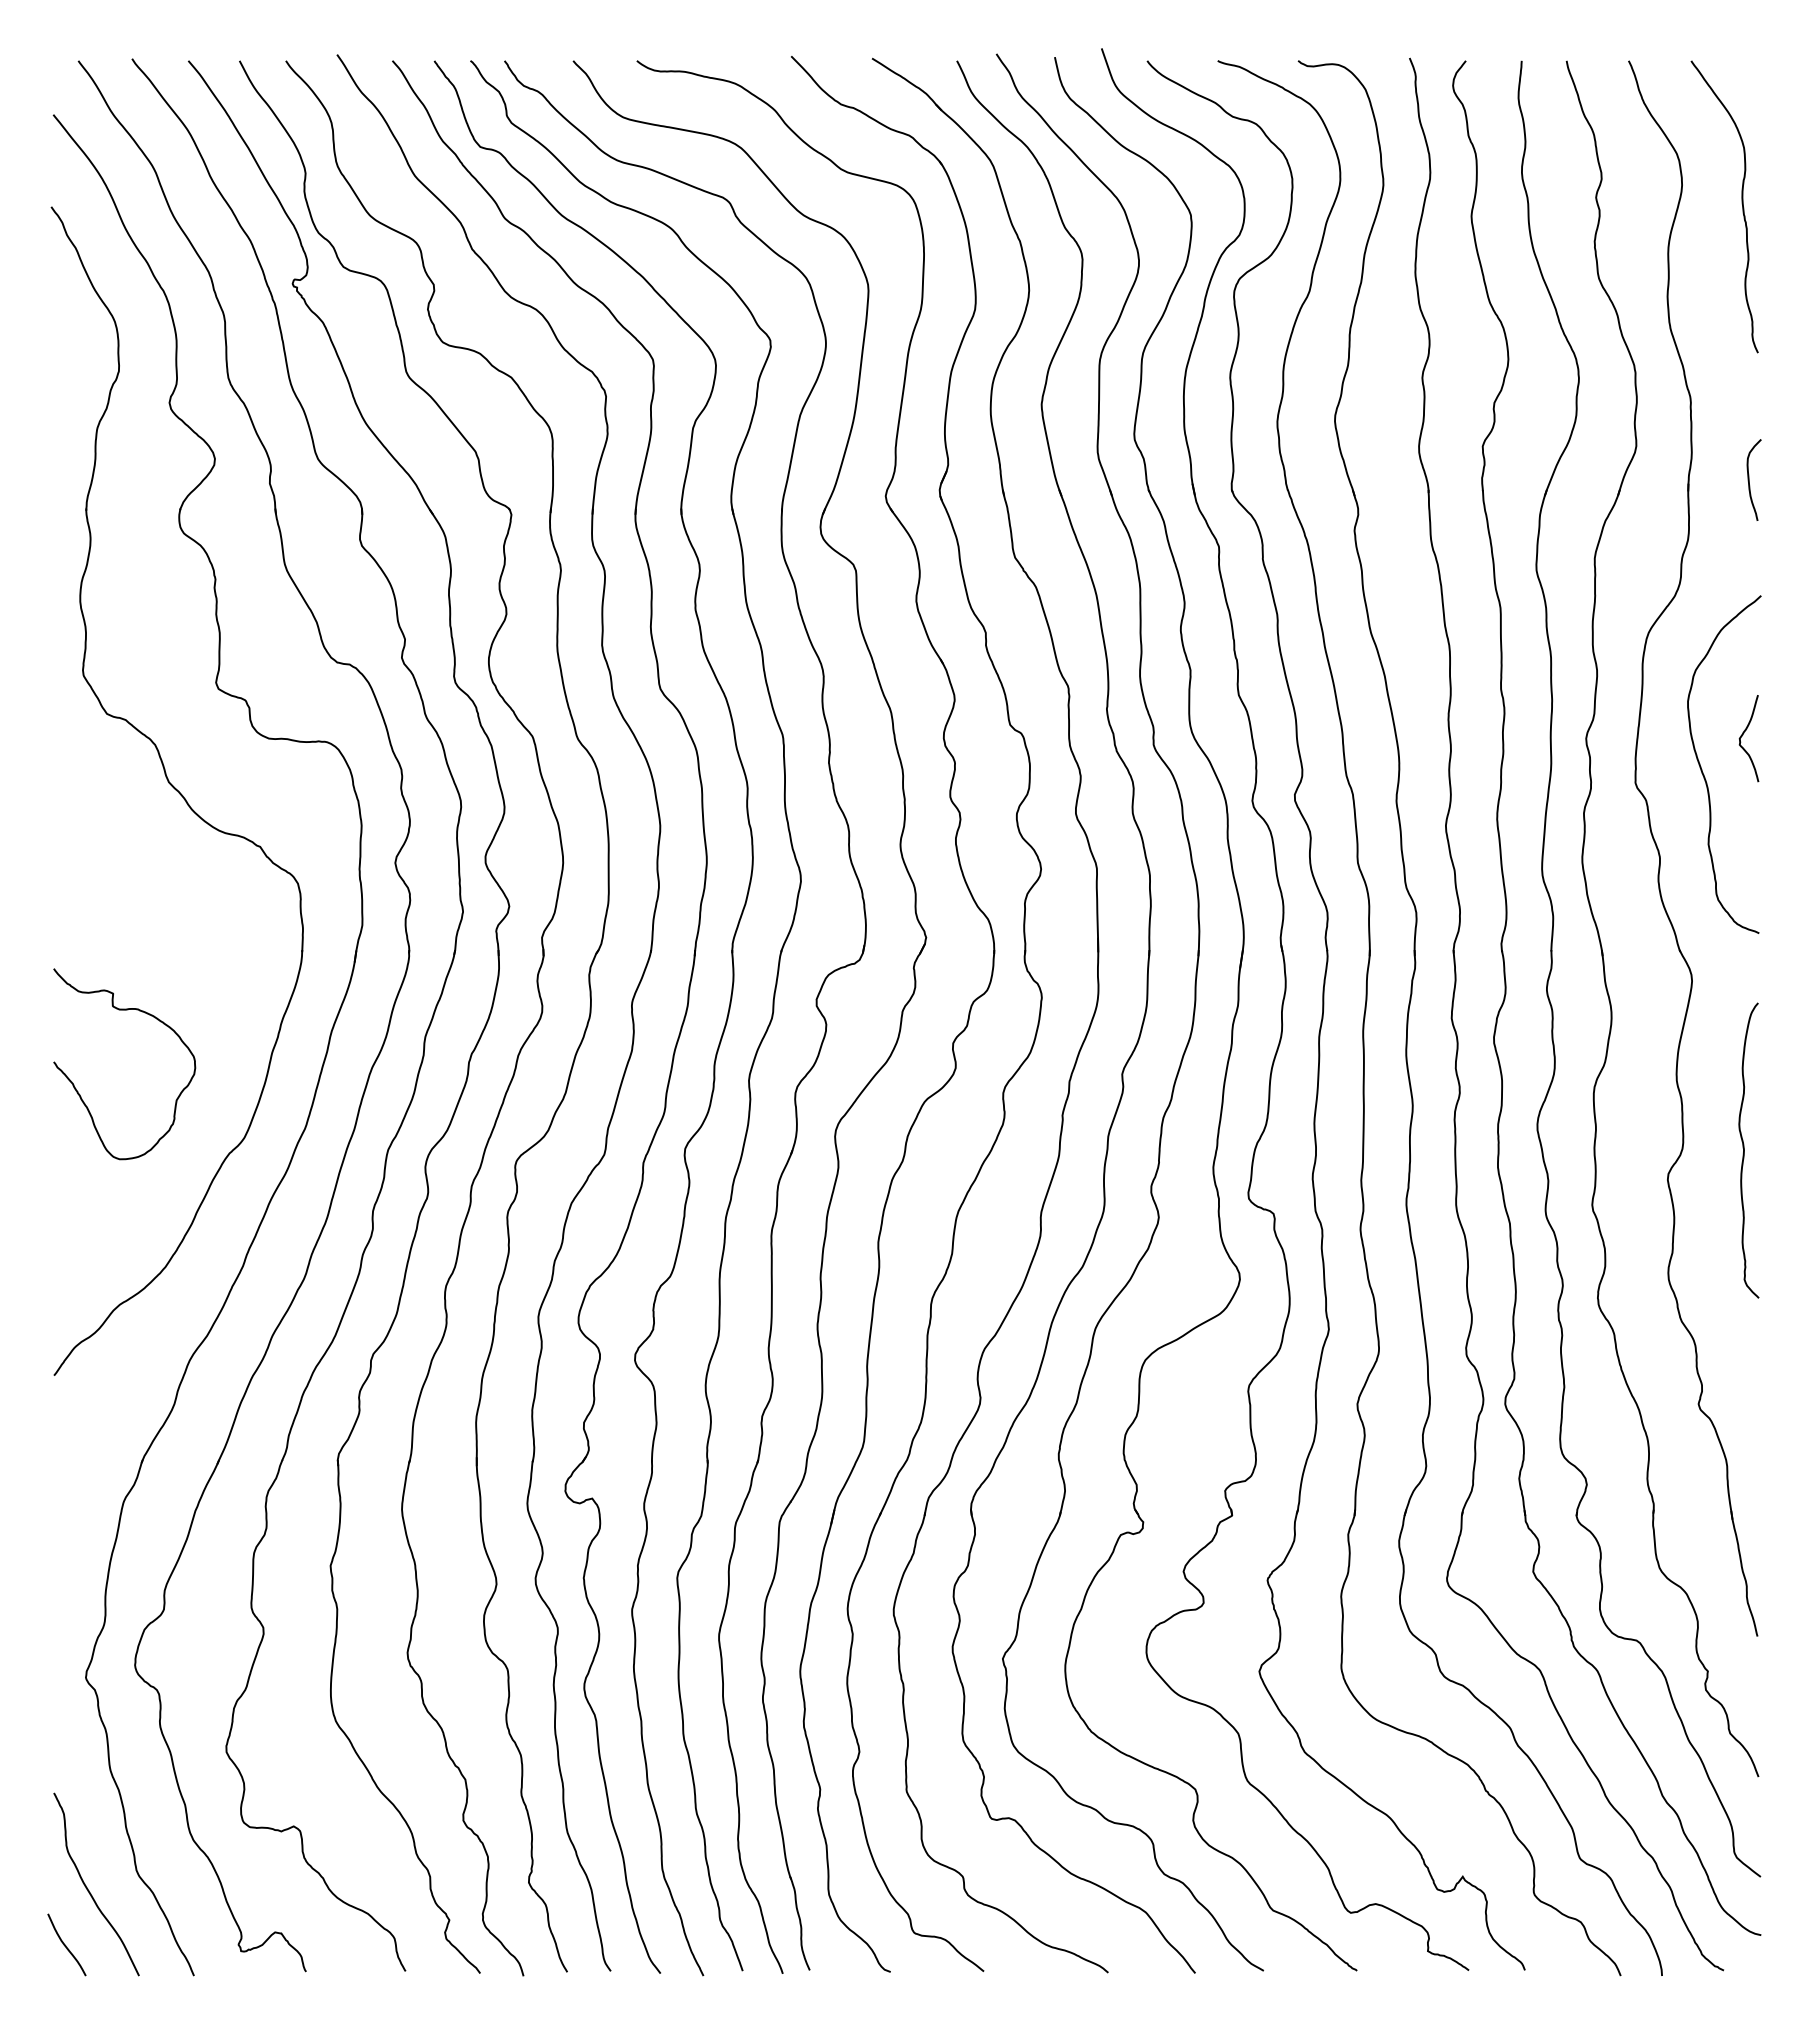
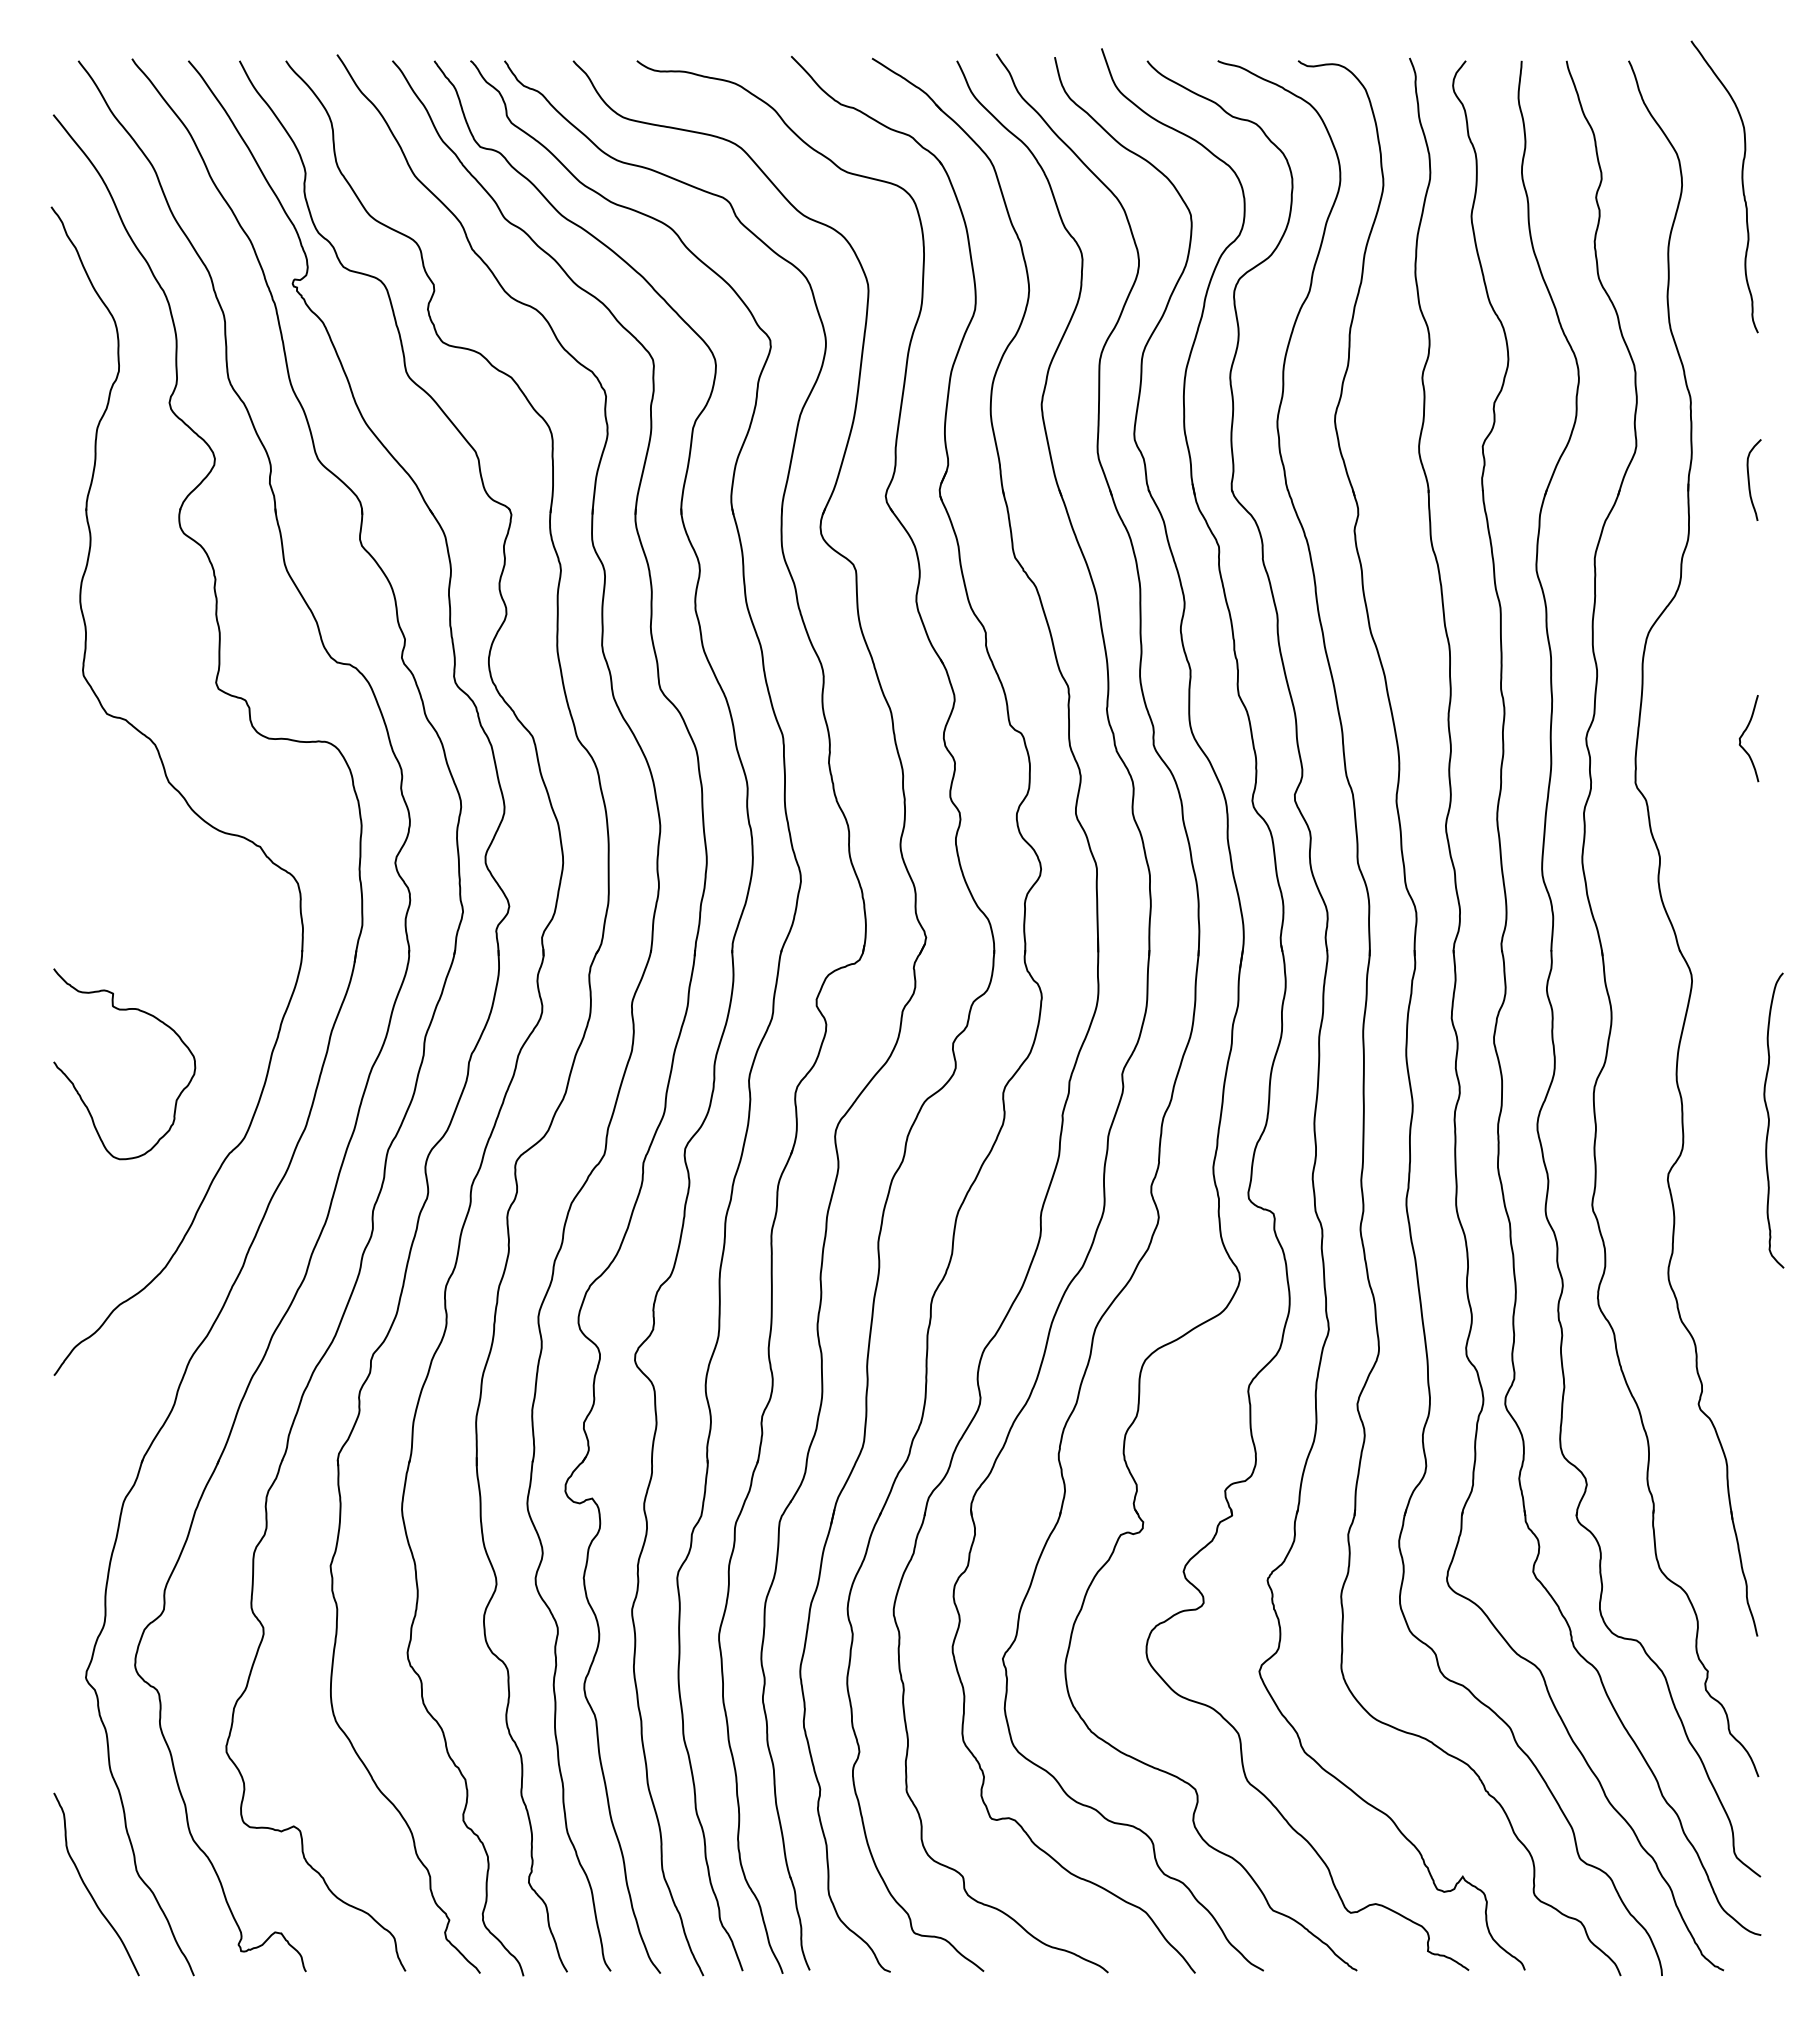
curve at (1741, 204) position: (1741, 204) -> (1741, 184)
curve at (1704, 774): present -> none
curve at (1744, 1150) position: (1744, 1150) -> (1769, 1120)
curve at (65, 1944): present -> none
